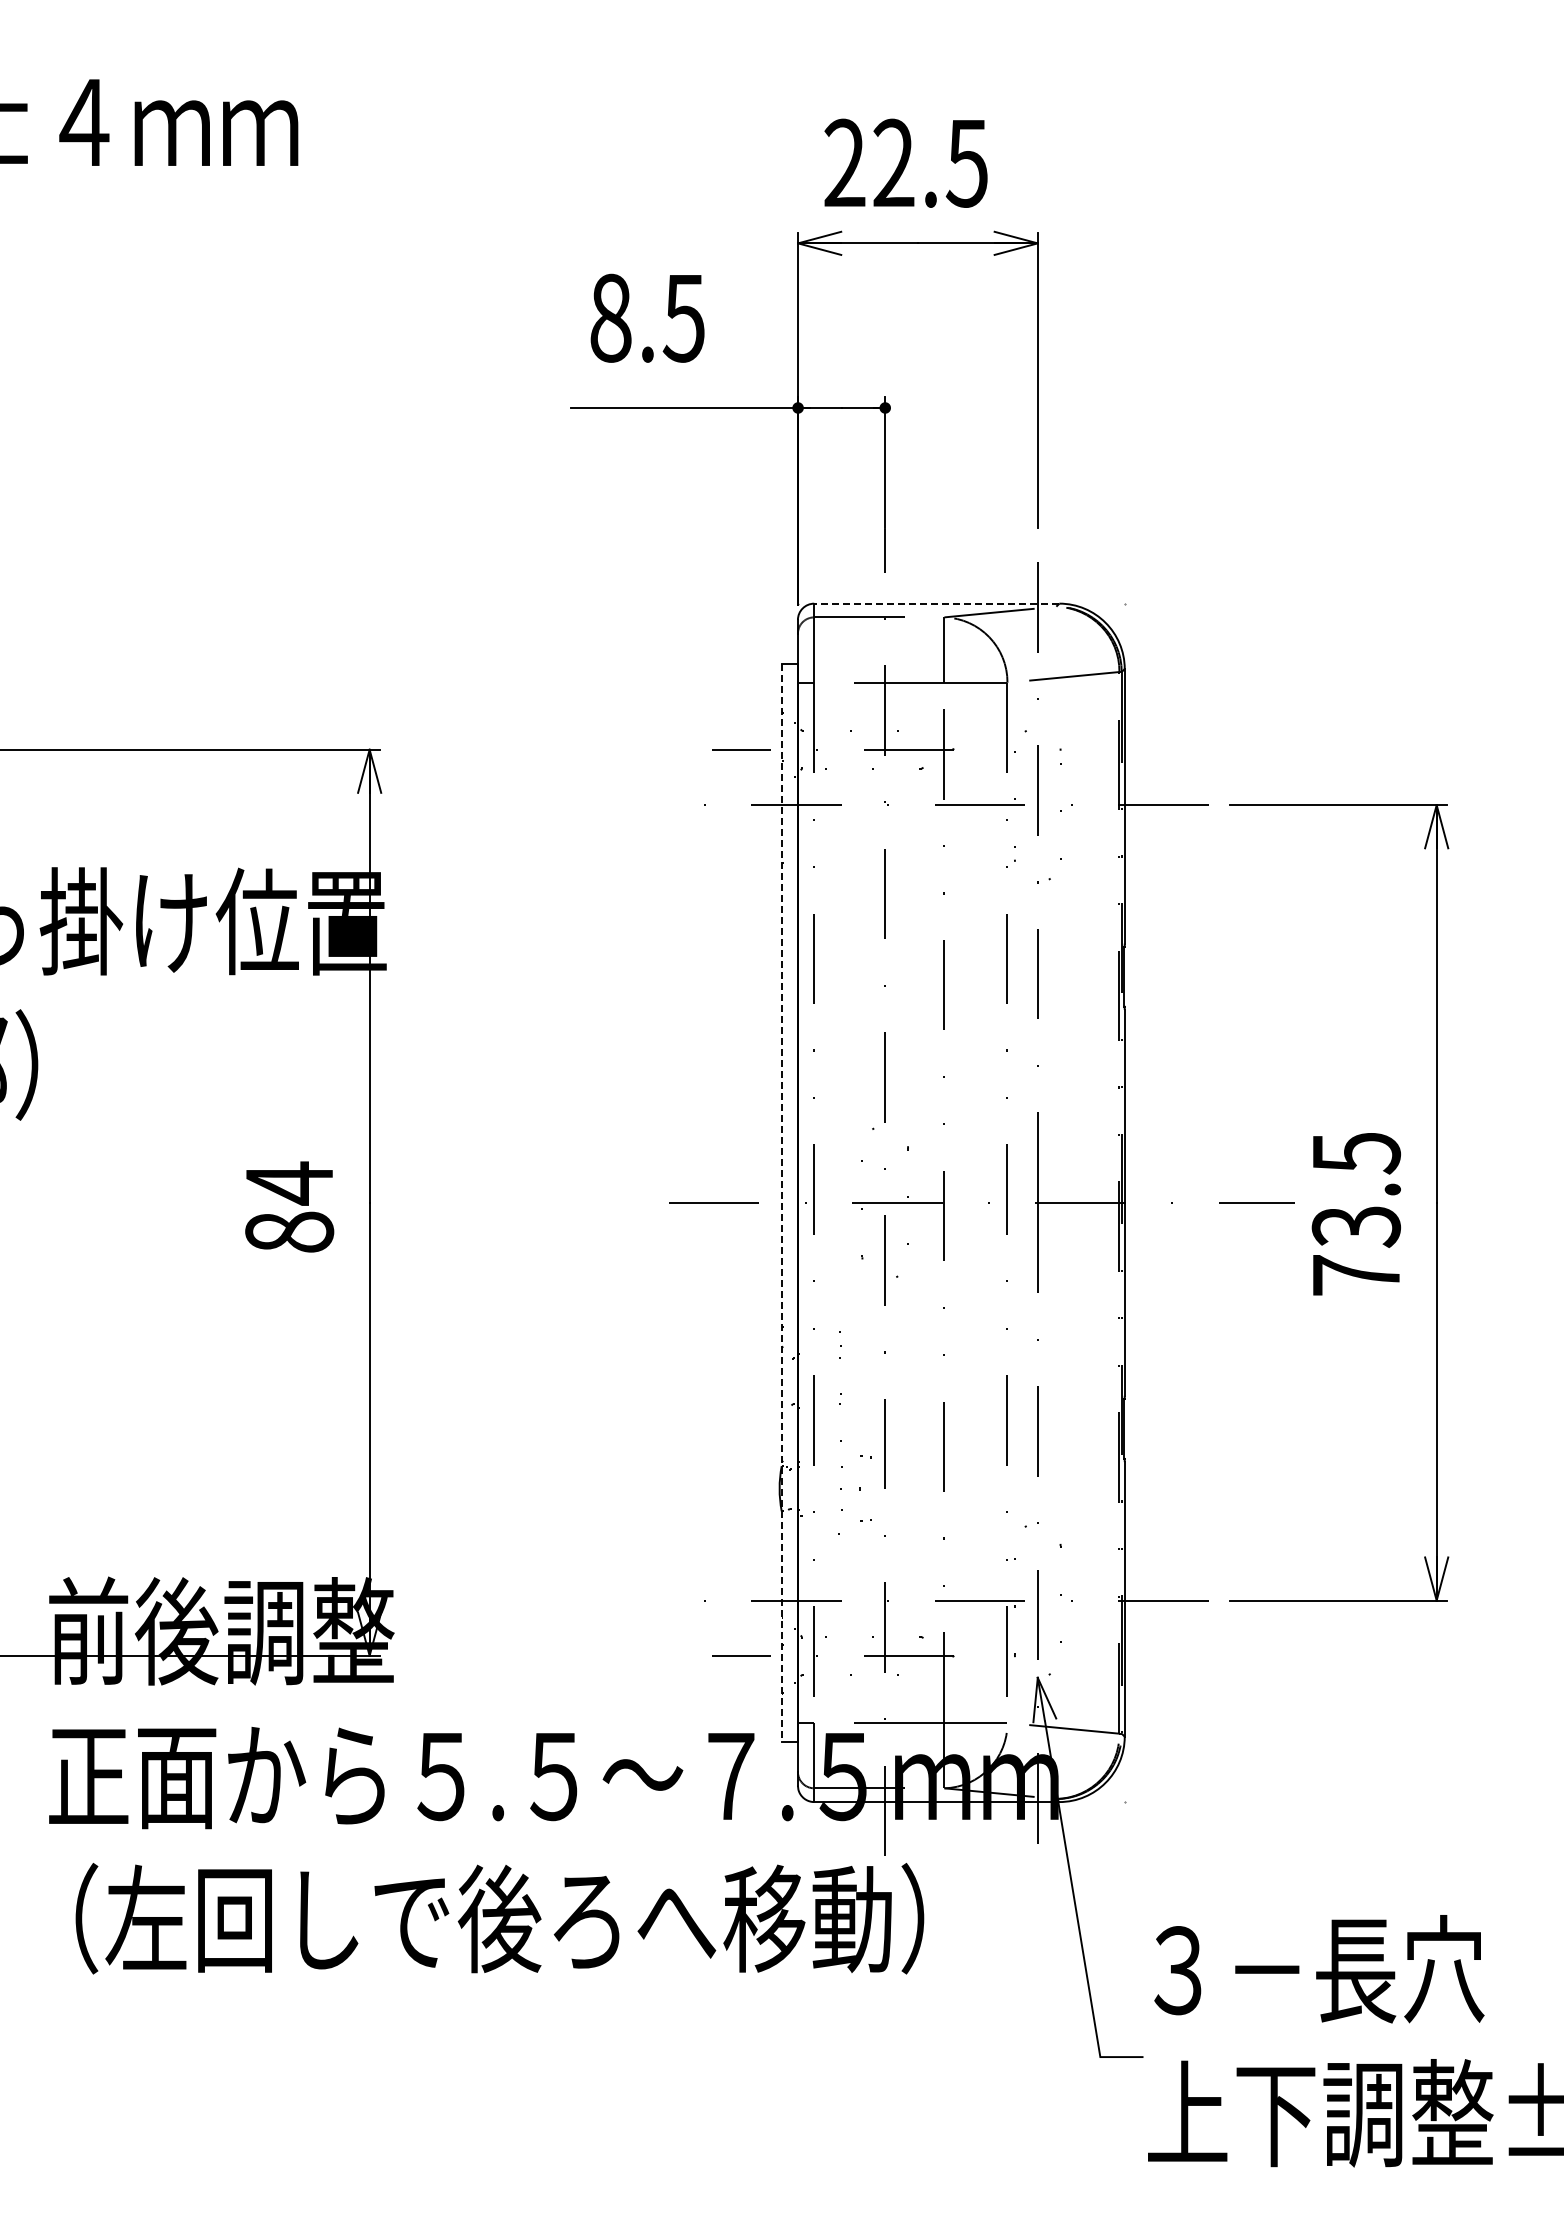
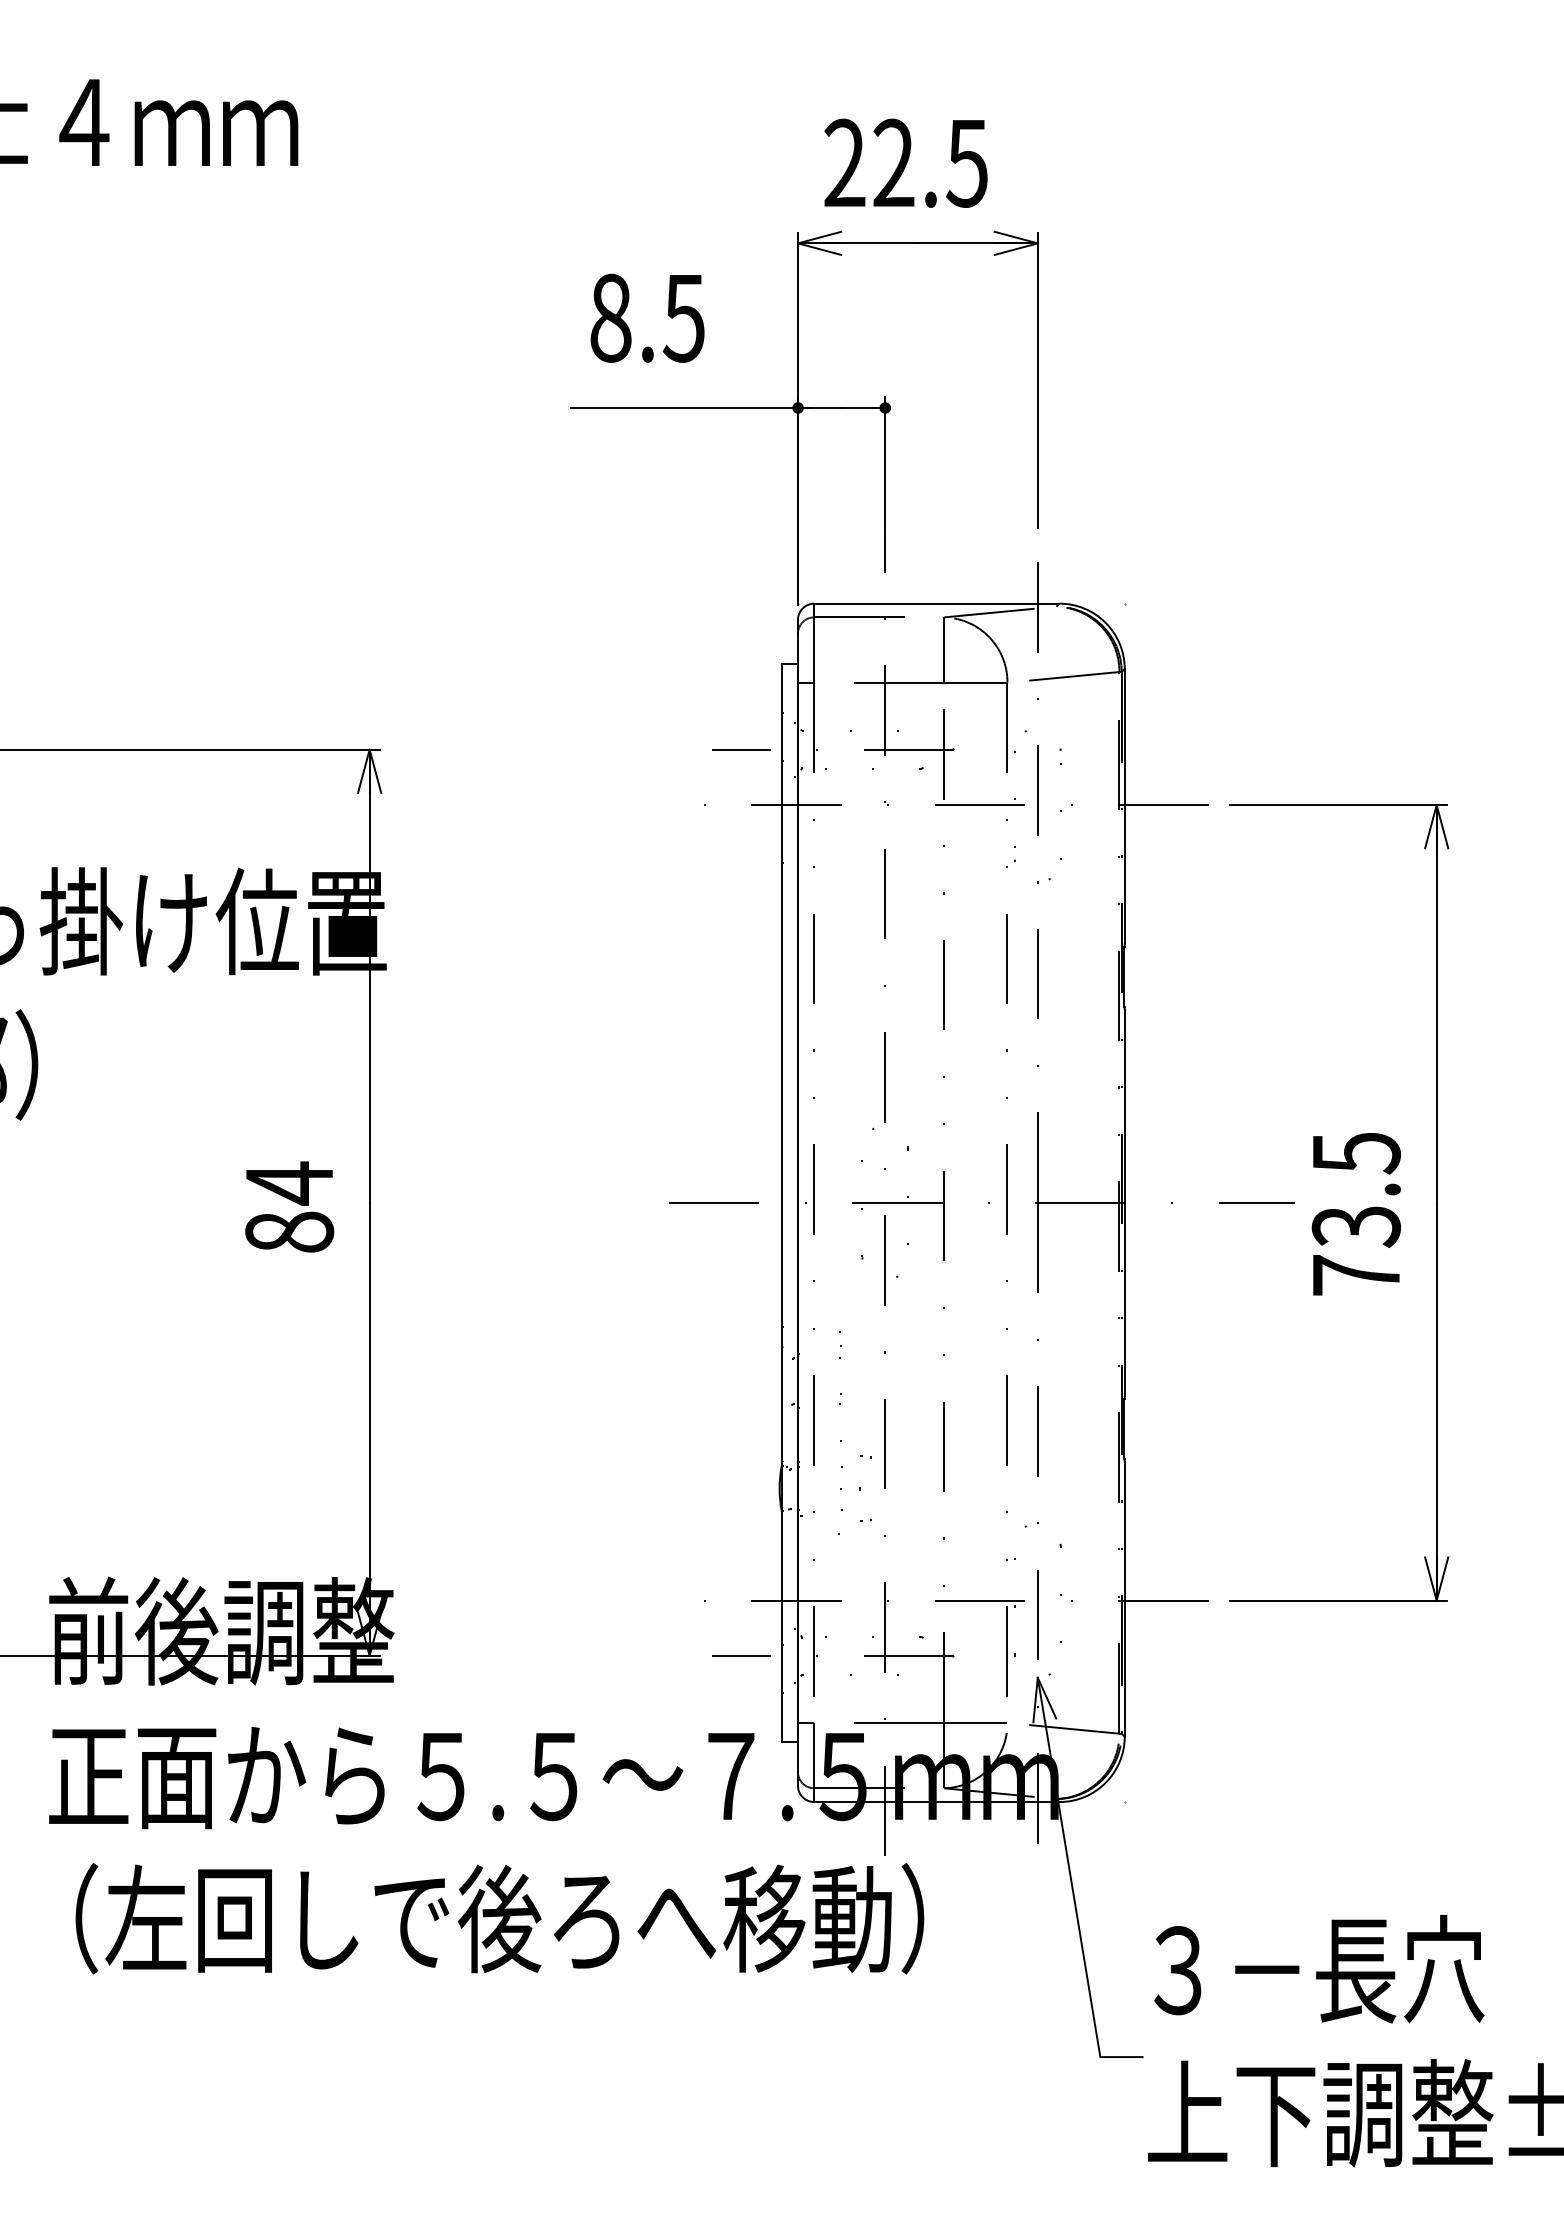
line at (936, 603): dashed -> solid
line at (781, 1203): dashed -> solid
